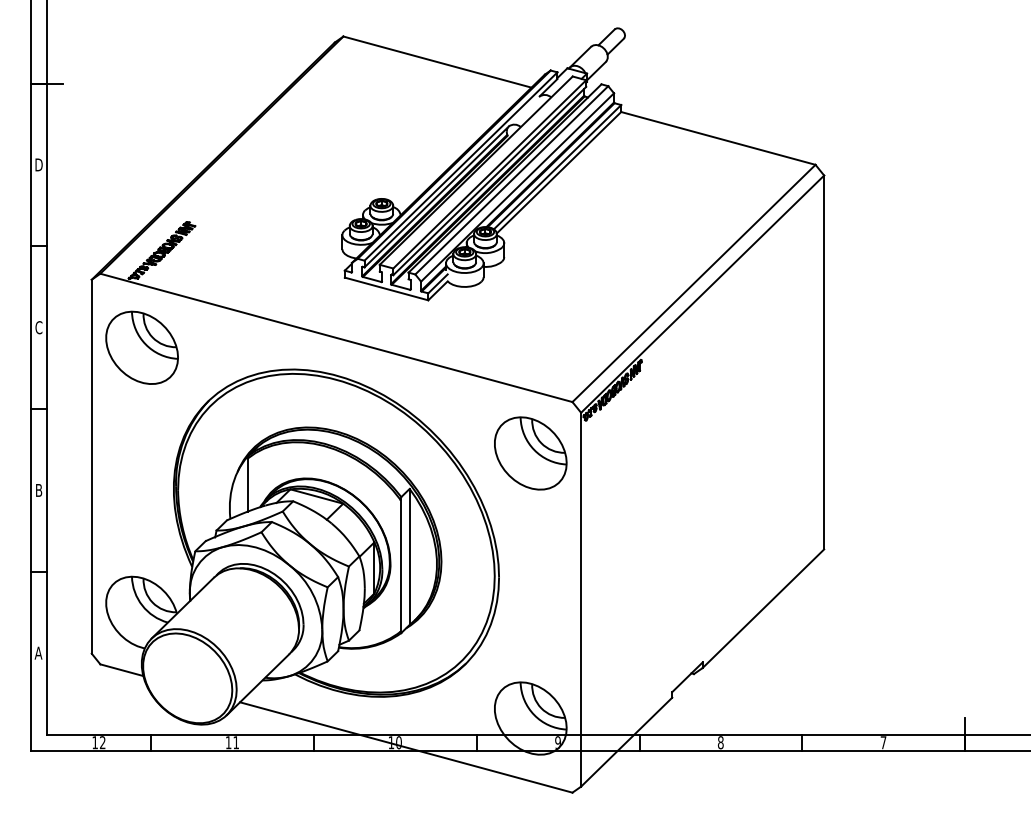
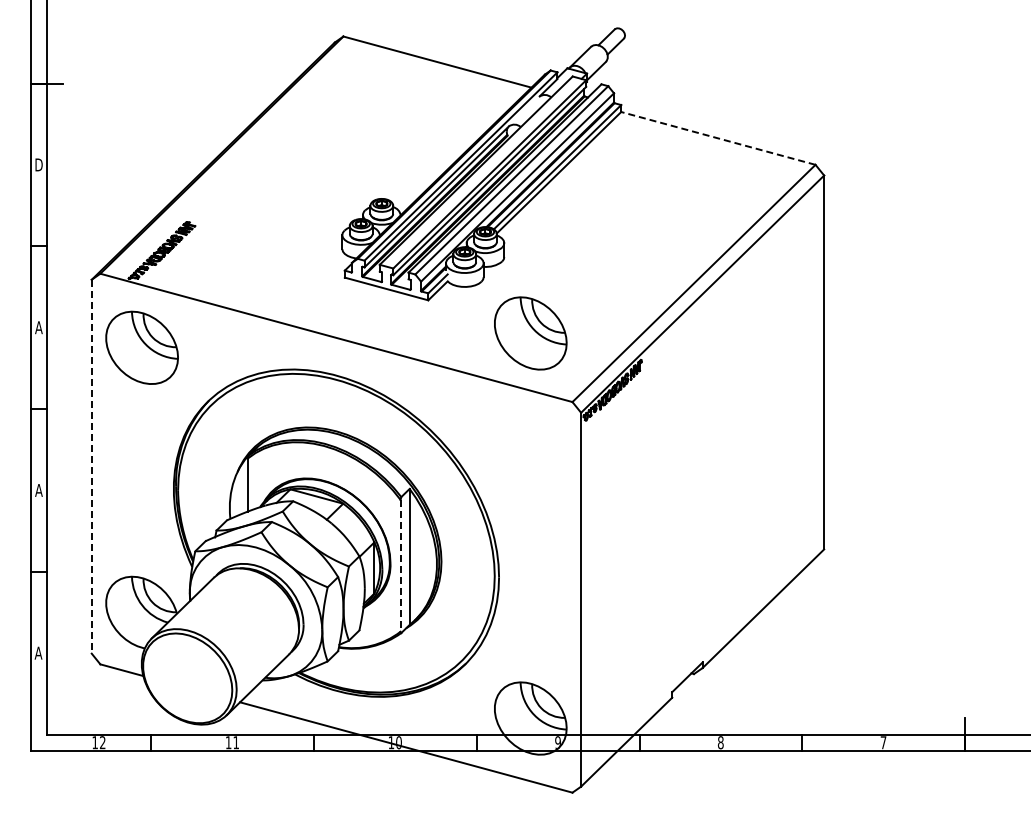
line at (718, 138): solid -> dashed
text at (38, 327): C -> A
part at (530, 453) position: (530, 453) -> (530, 333)
line at (91, 466): solid -> dashed
text at (38, 490): B -> A
line at (400, 565): solid -> dashed
